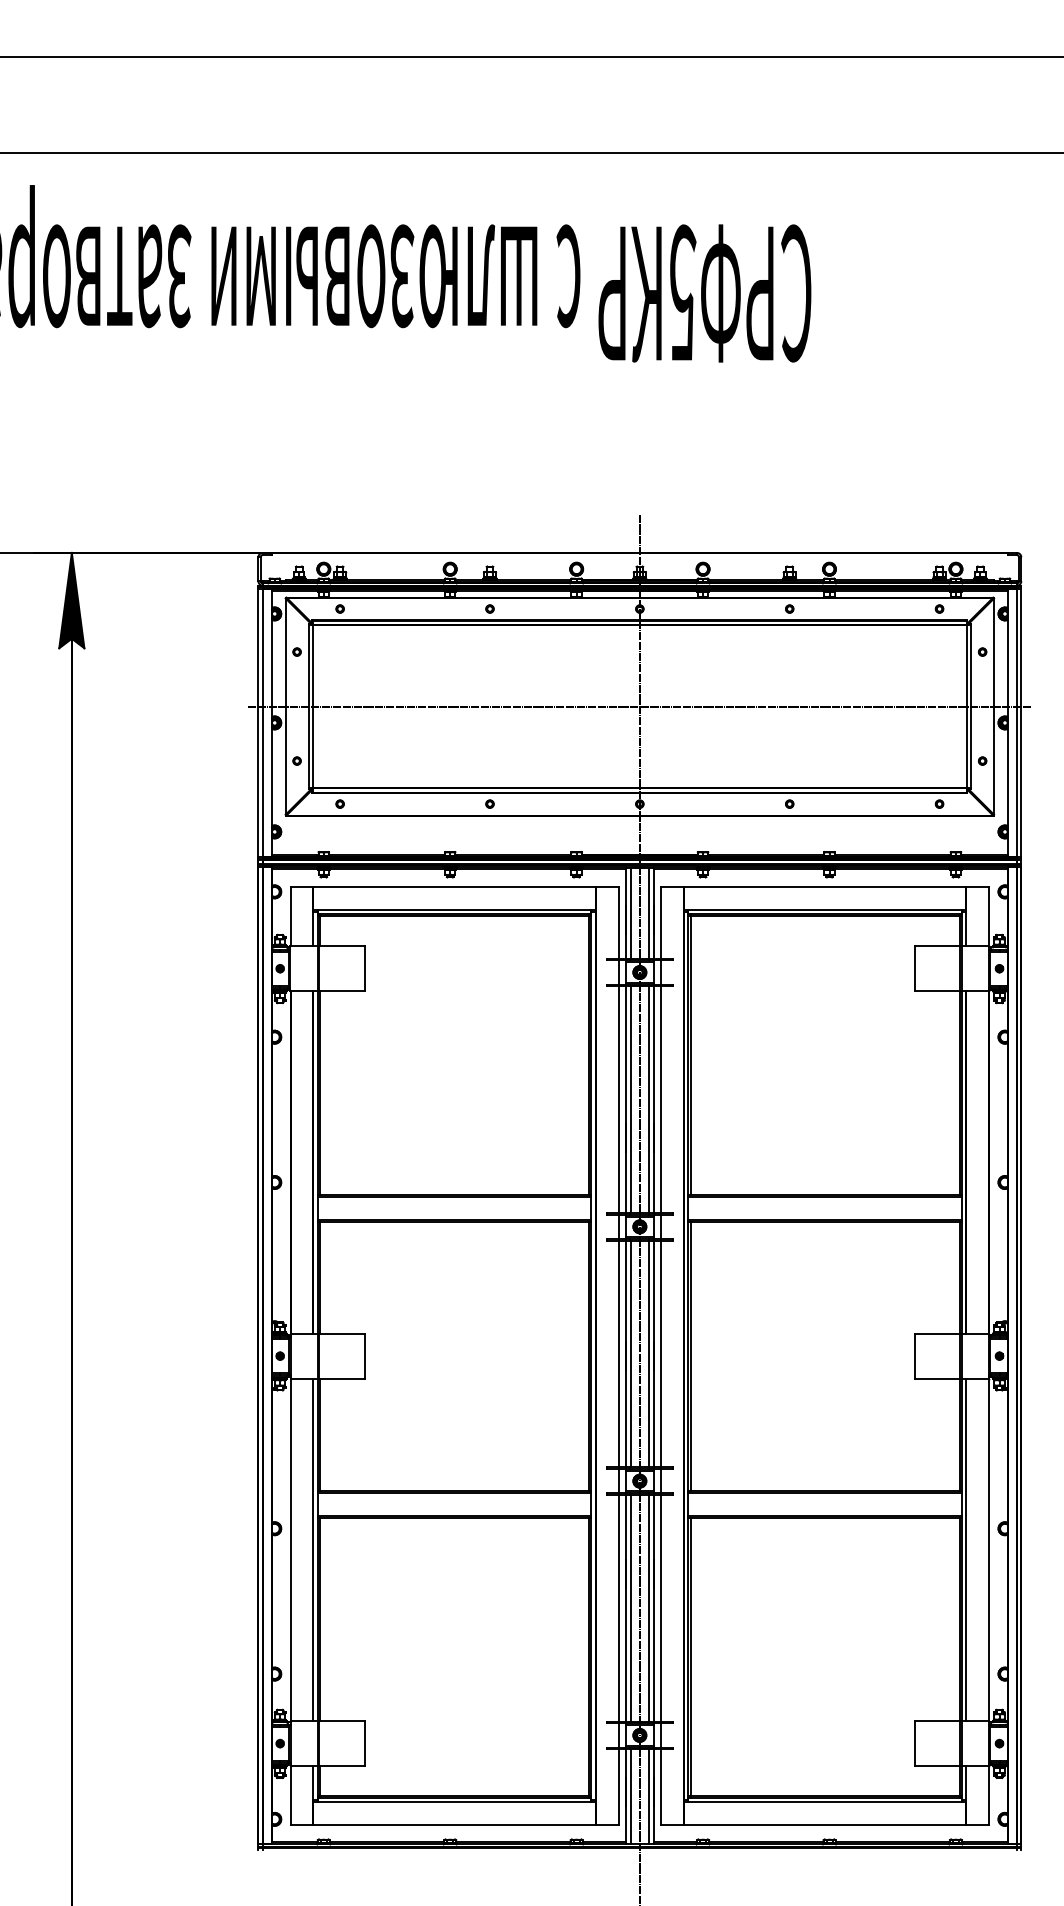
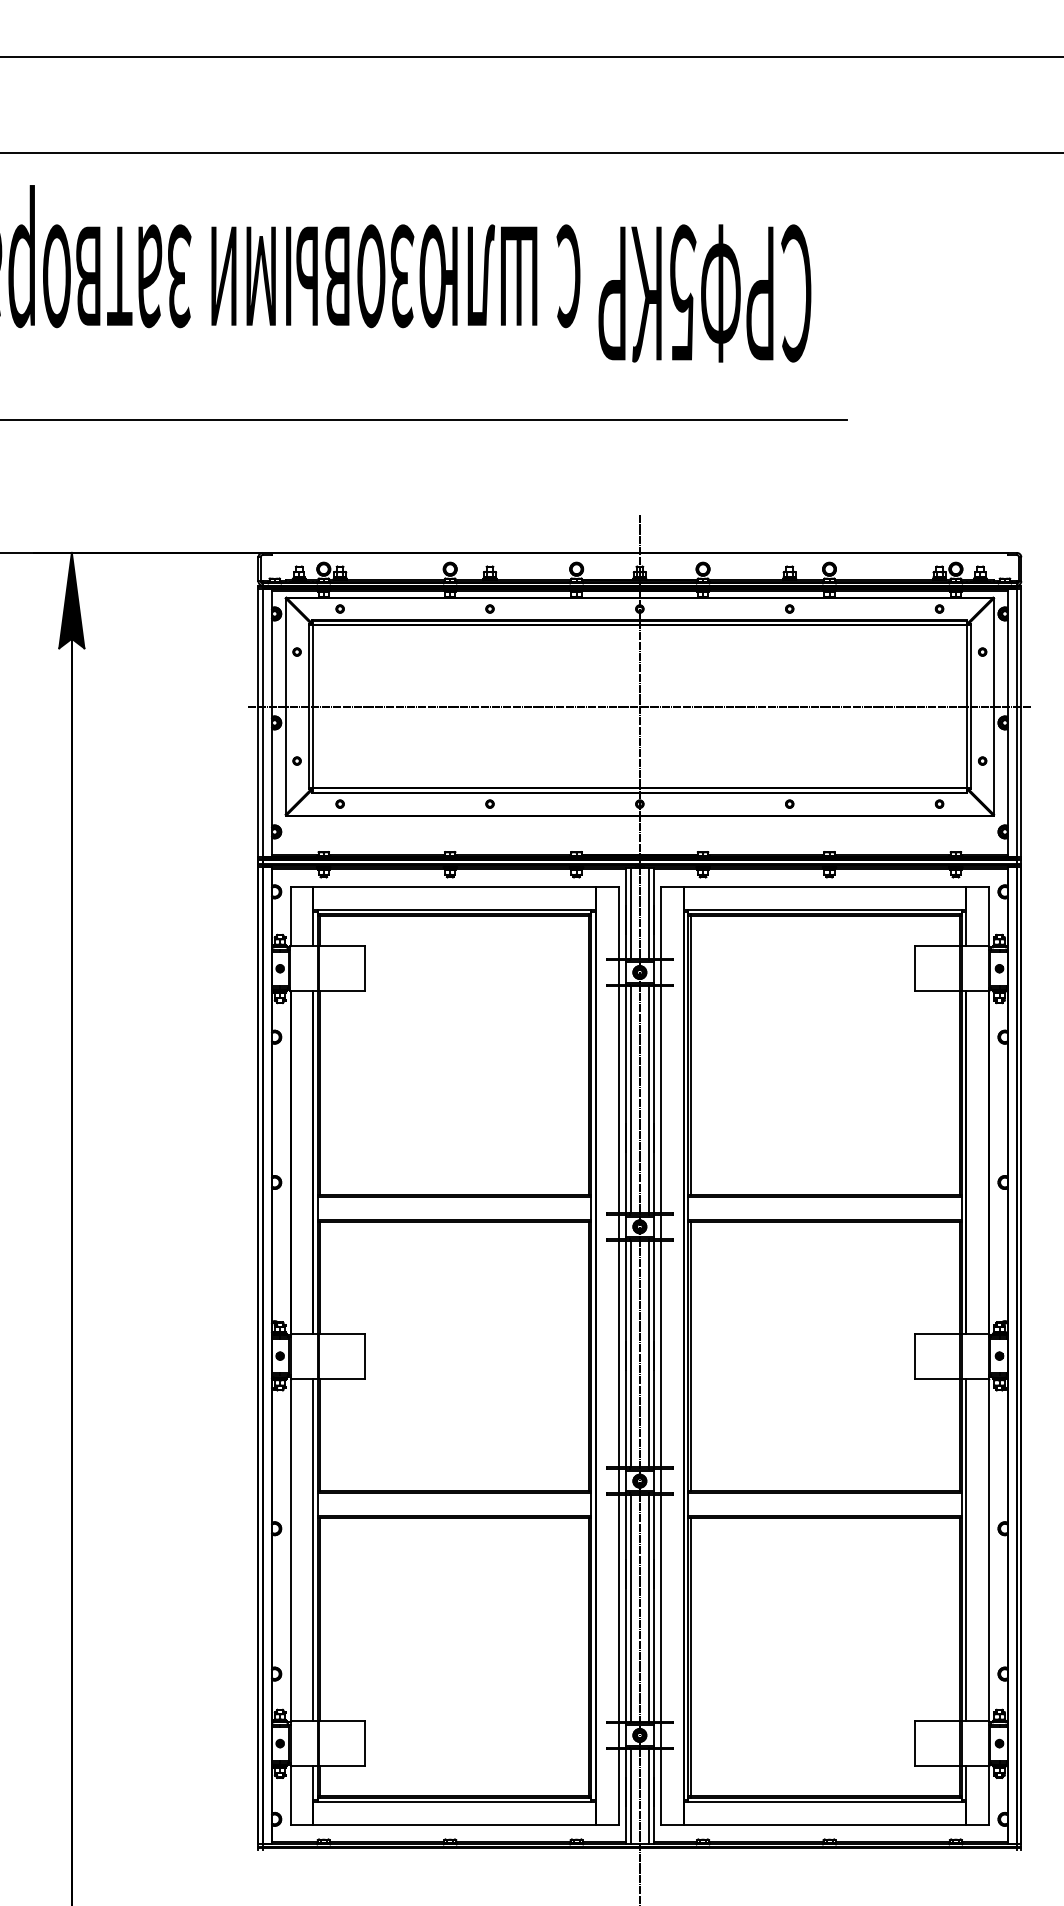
line at (424, 419): none -> present
